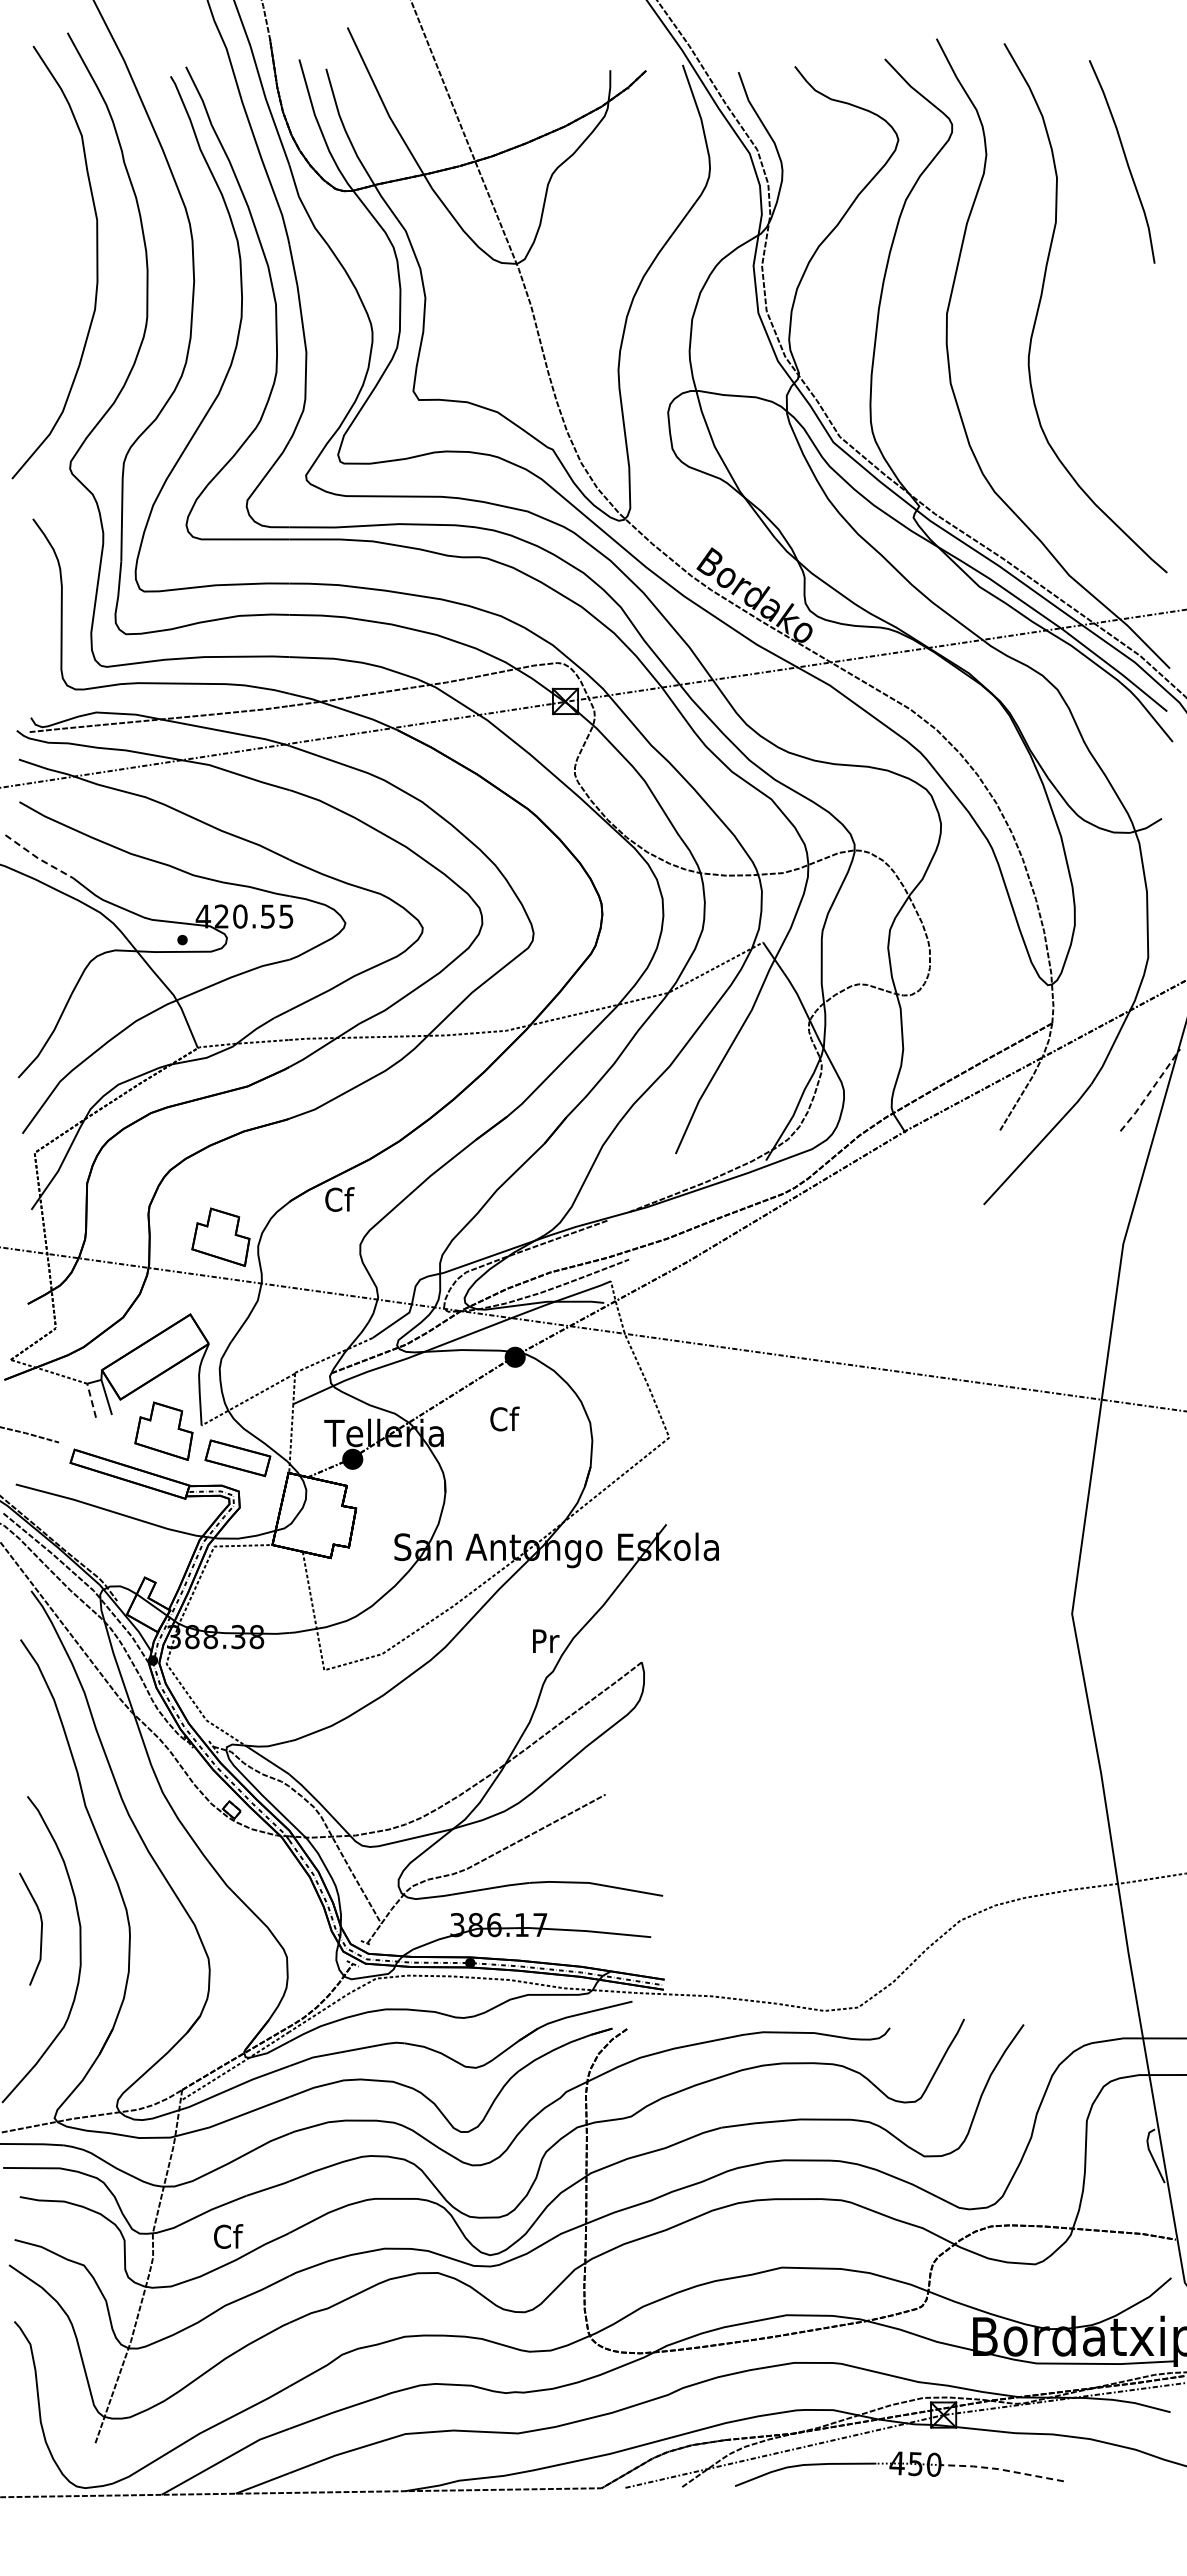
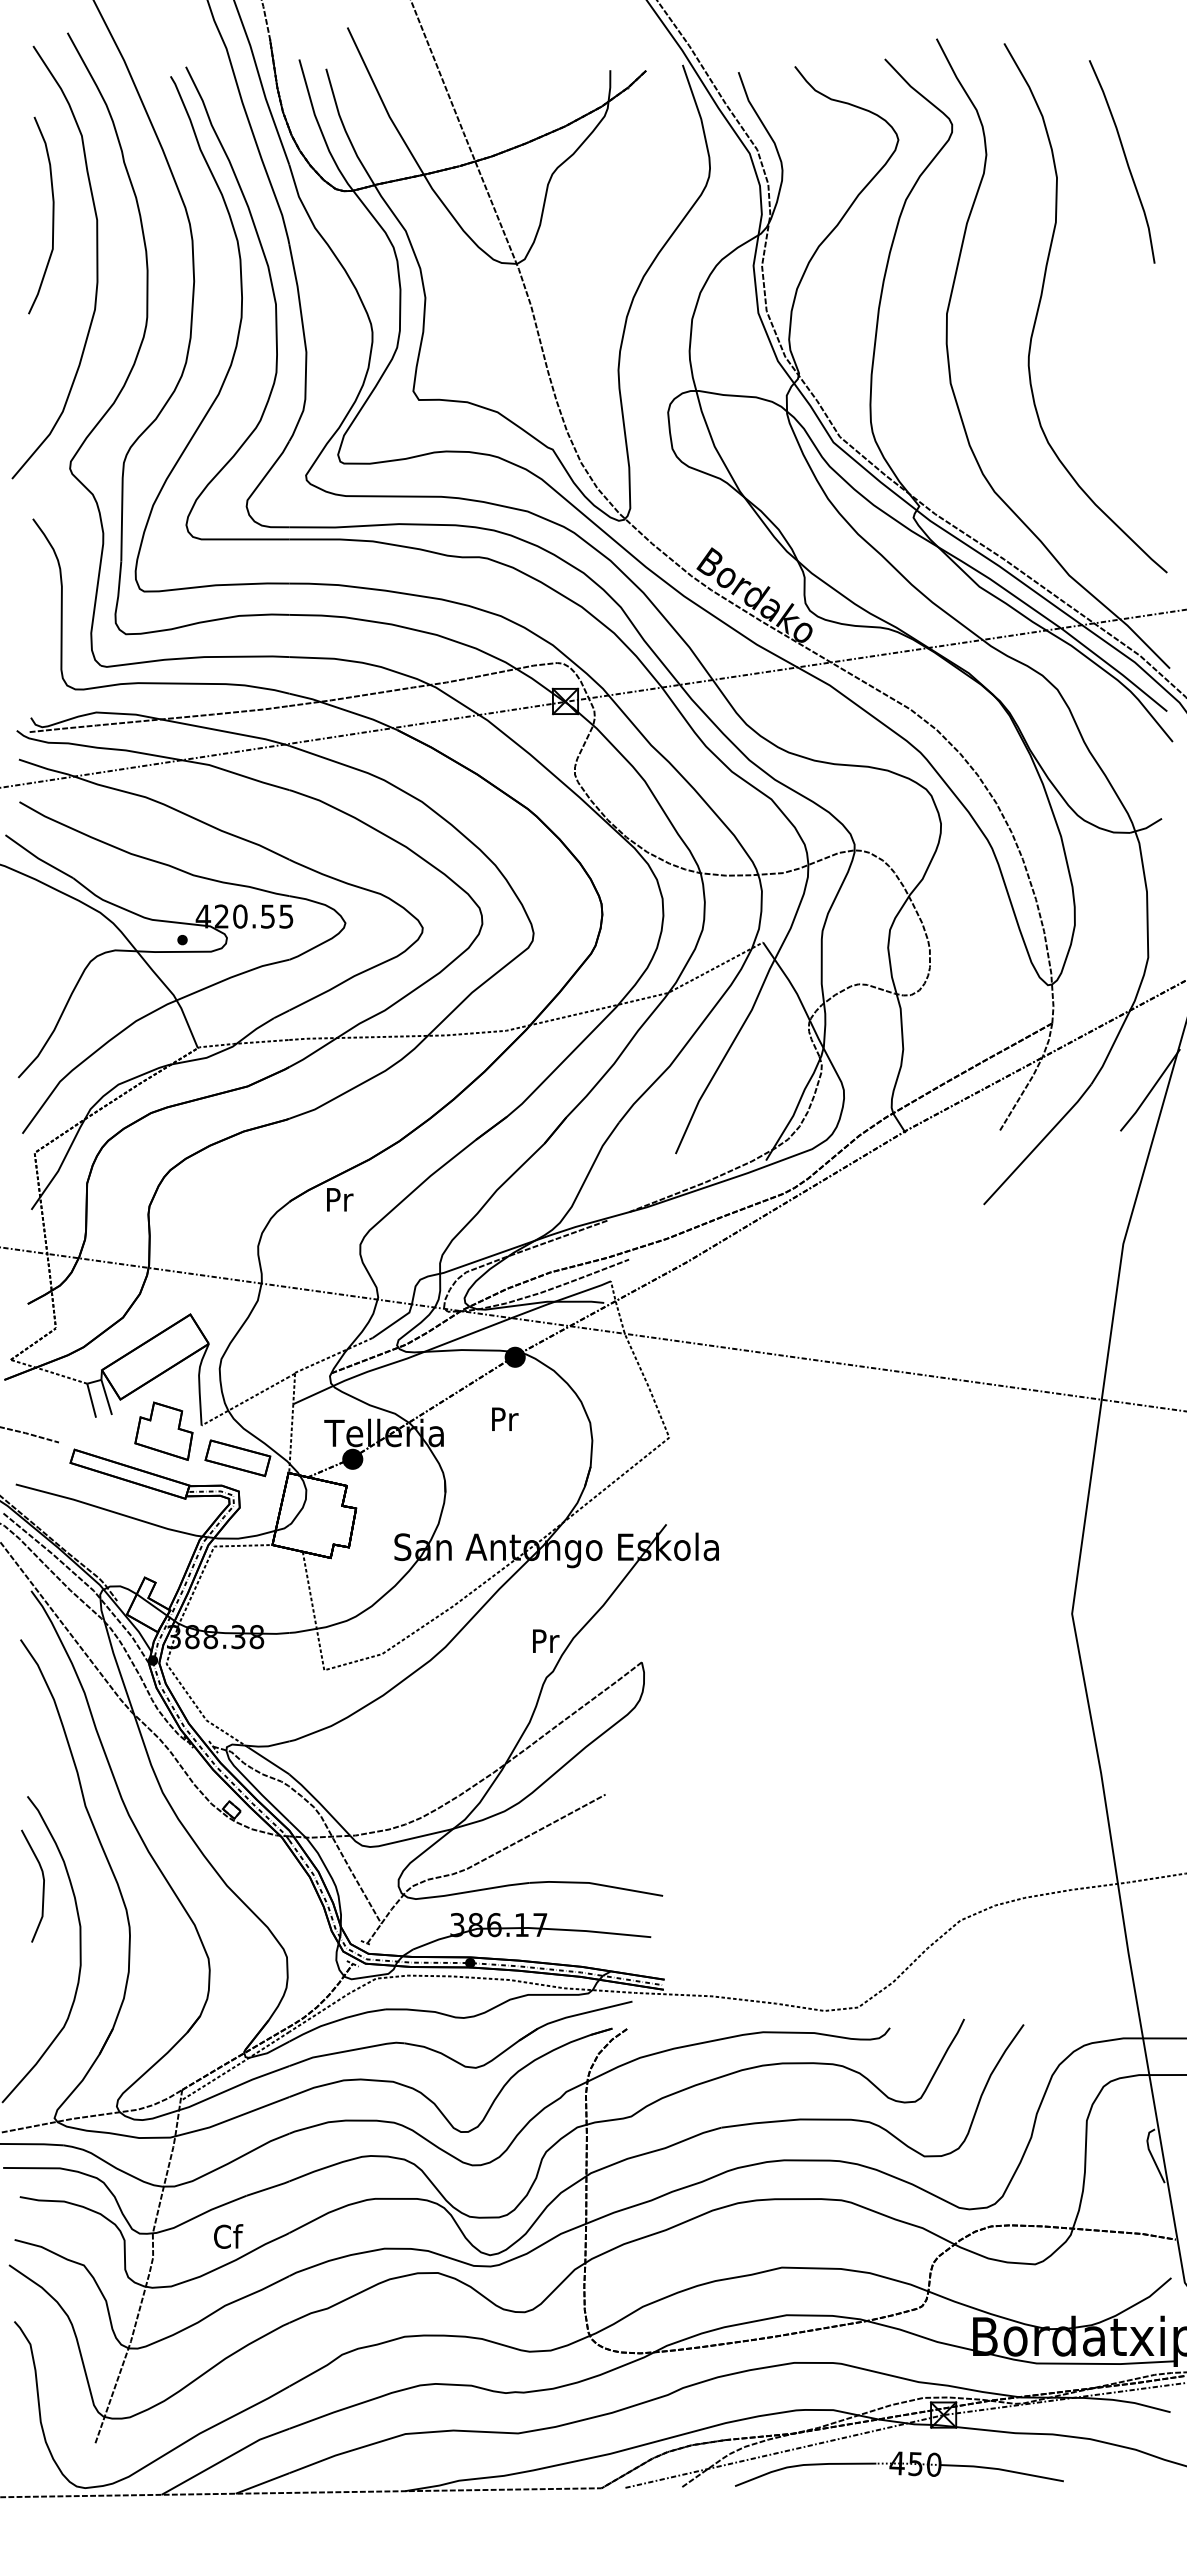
curve at (52, 215): none -> present
line at (38, 858): dashed -> solid
line at (1150, 1091): dashed -> solid
text at (339, 1199): Cf -> Pr
part at (220, 1236): present -> none
line at (91, 1400): dashed -> solid
text at (504, 1418): Cf -> Pr
curve at (40, 1930) position: (40, 1930) -> (42, 1887)
line at (1001, 2469): dashed -> solid
